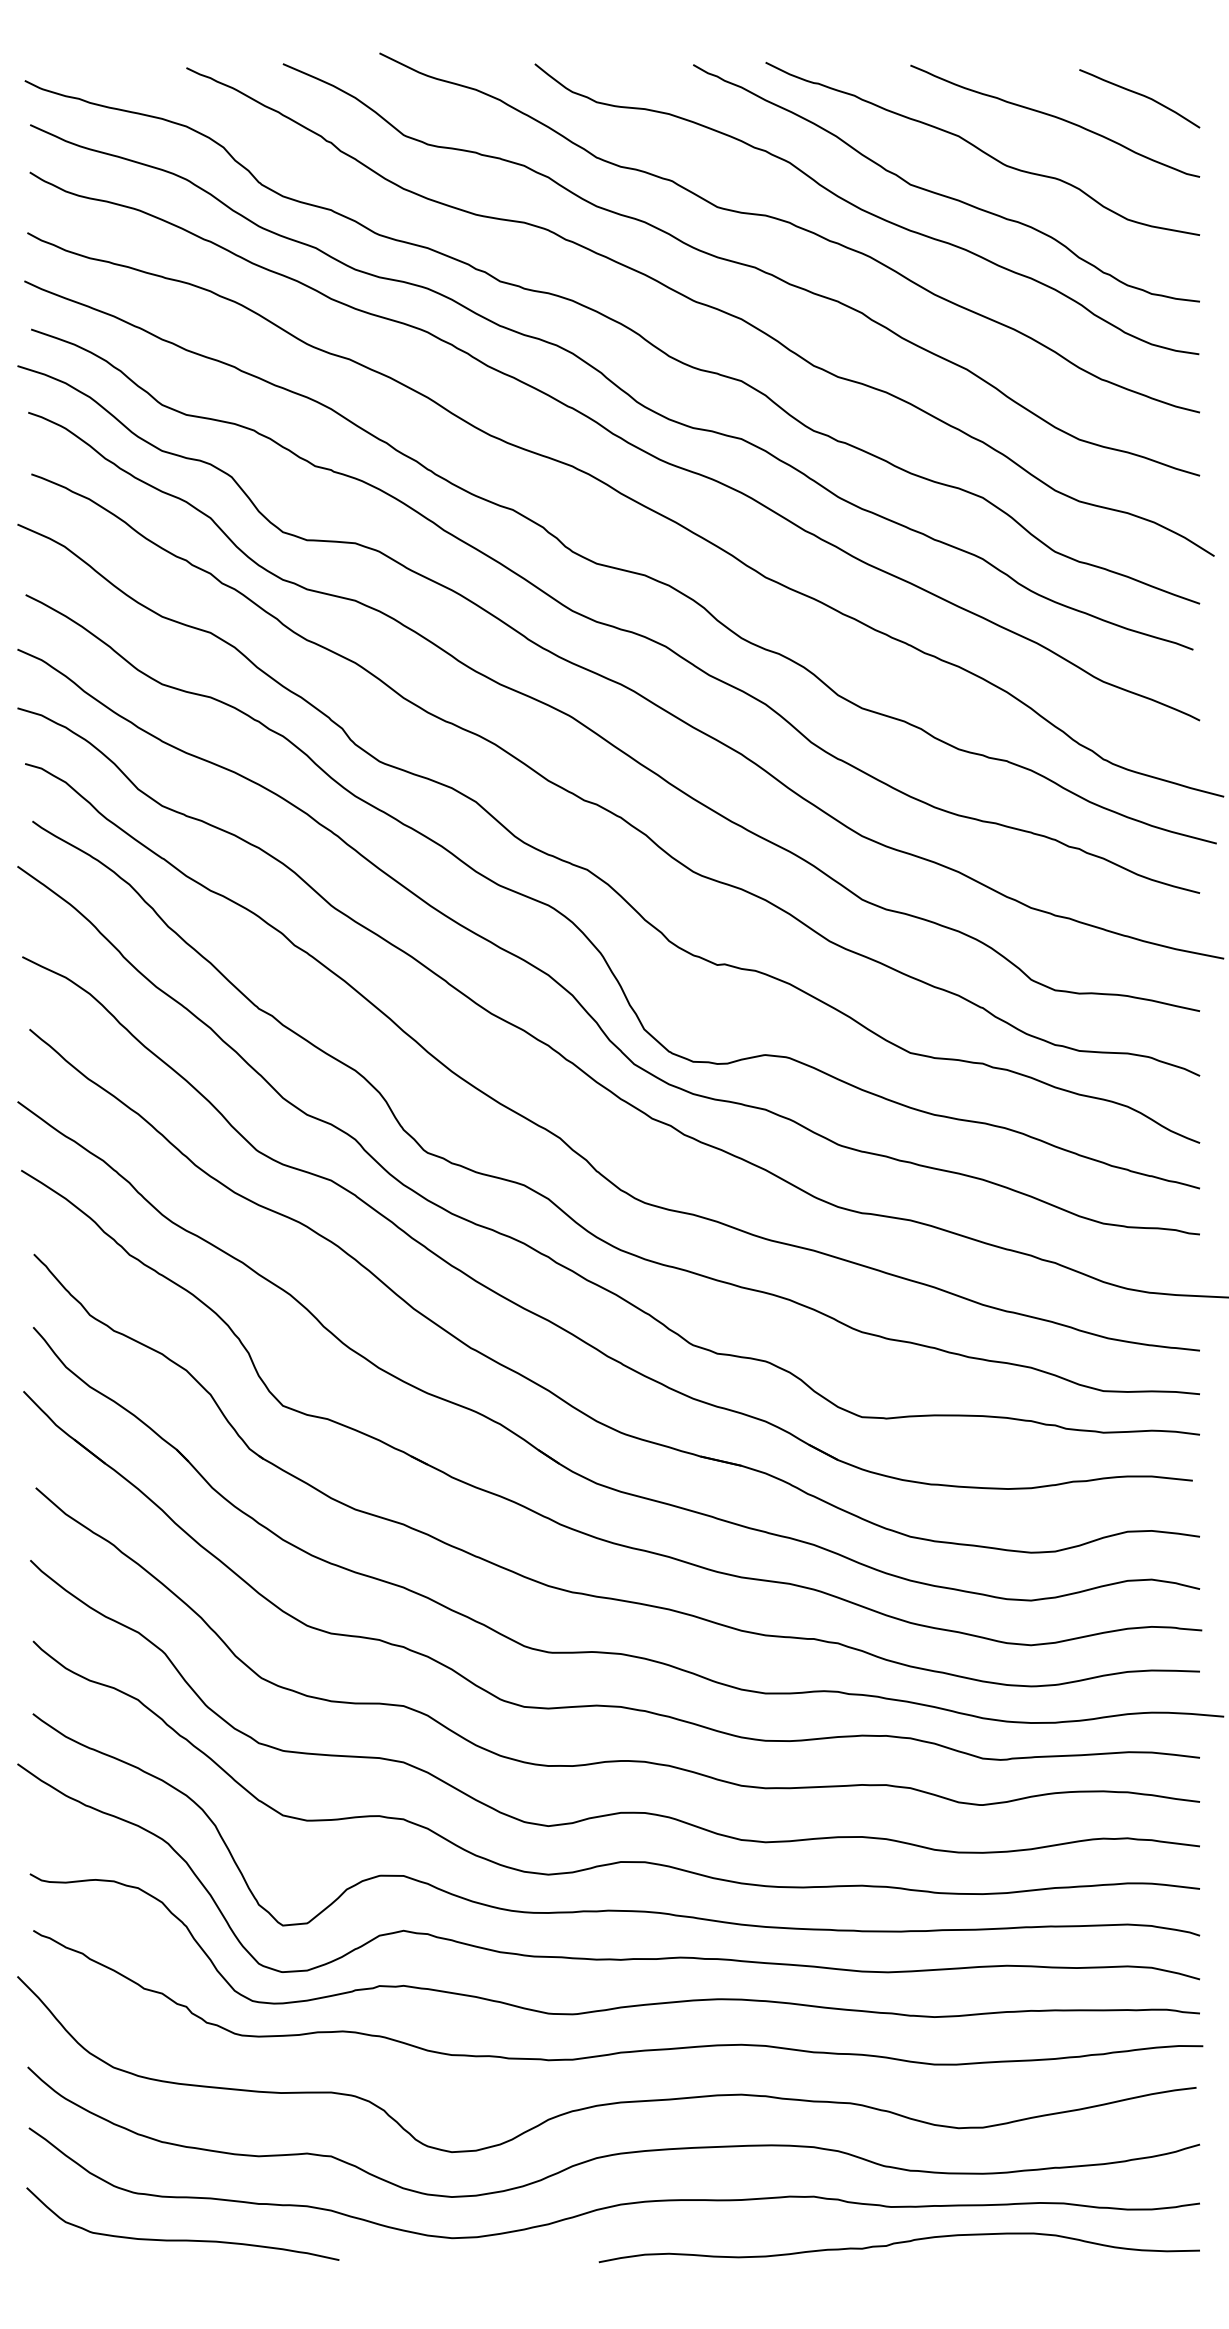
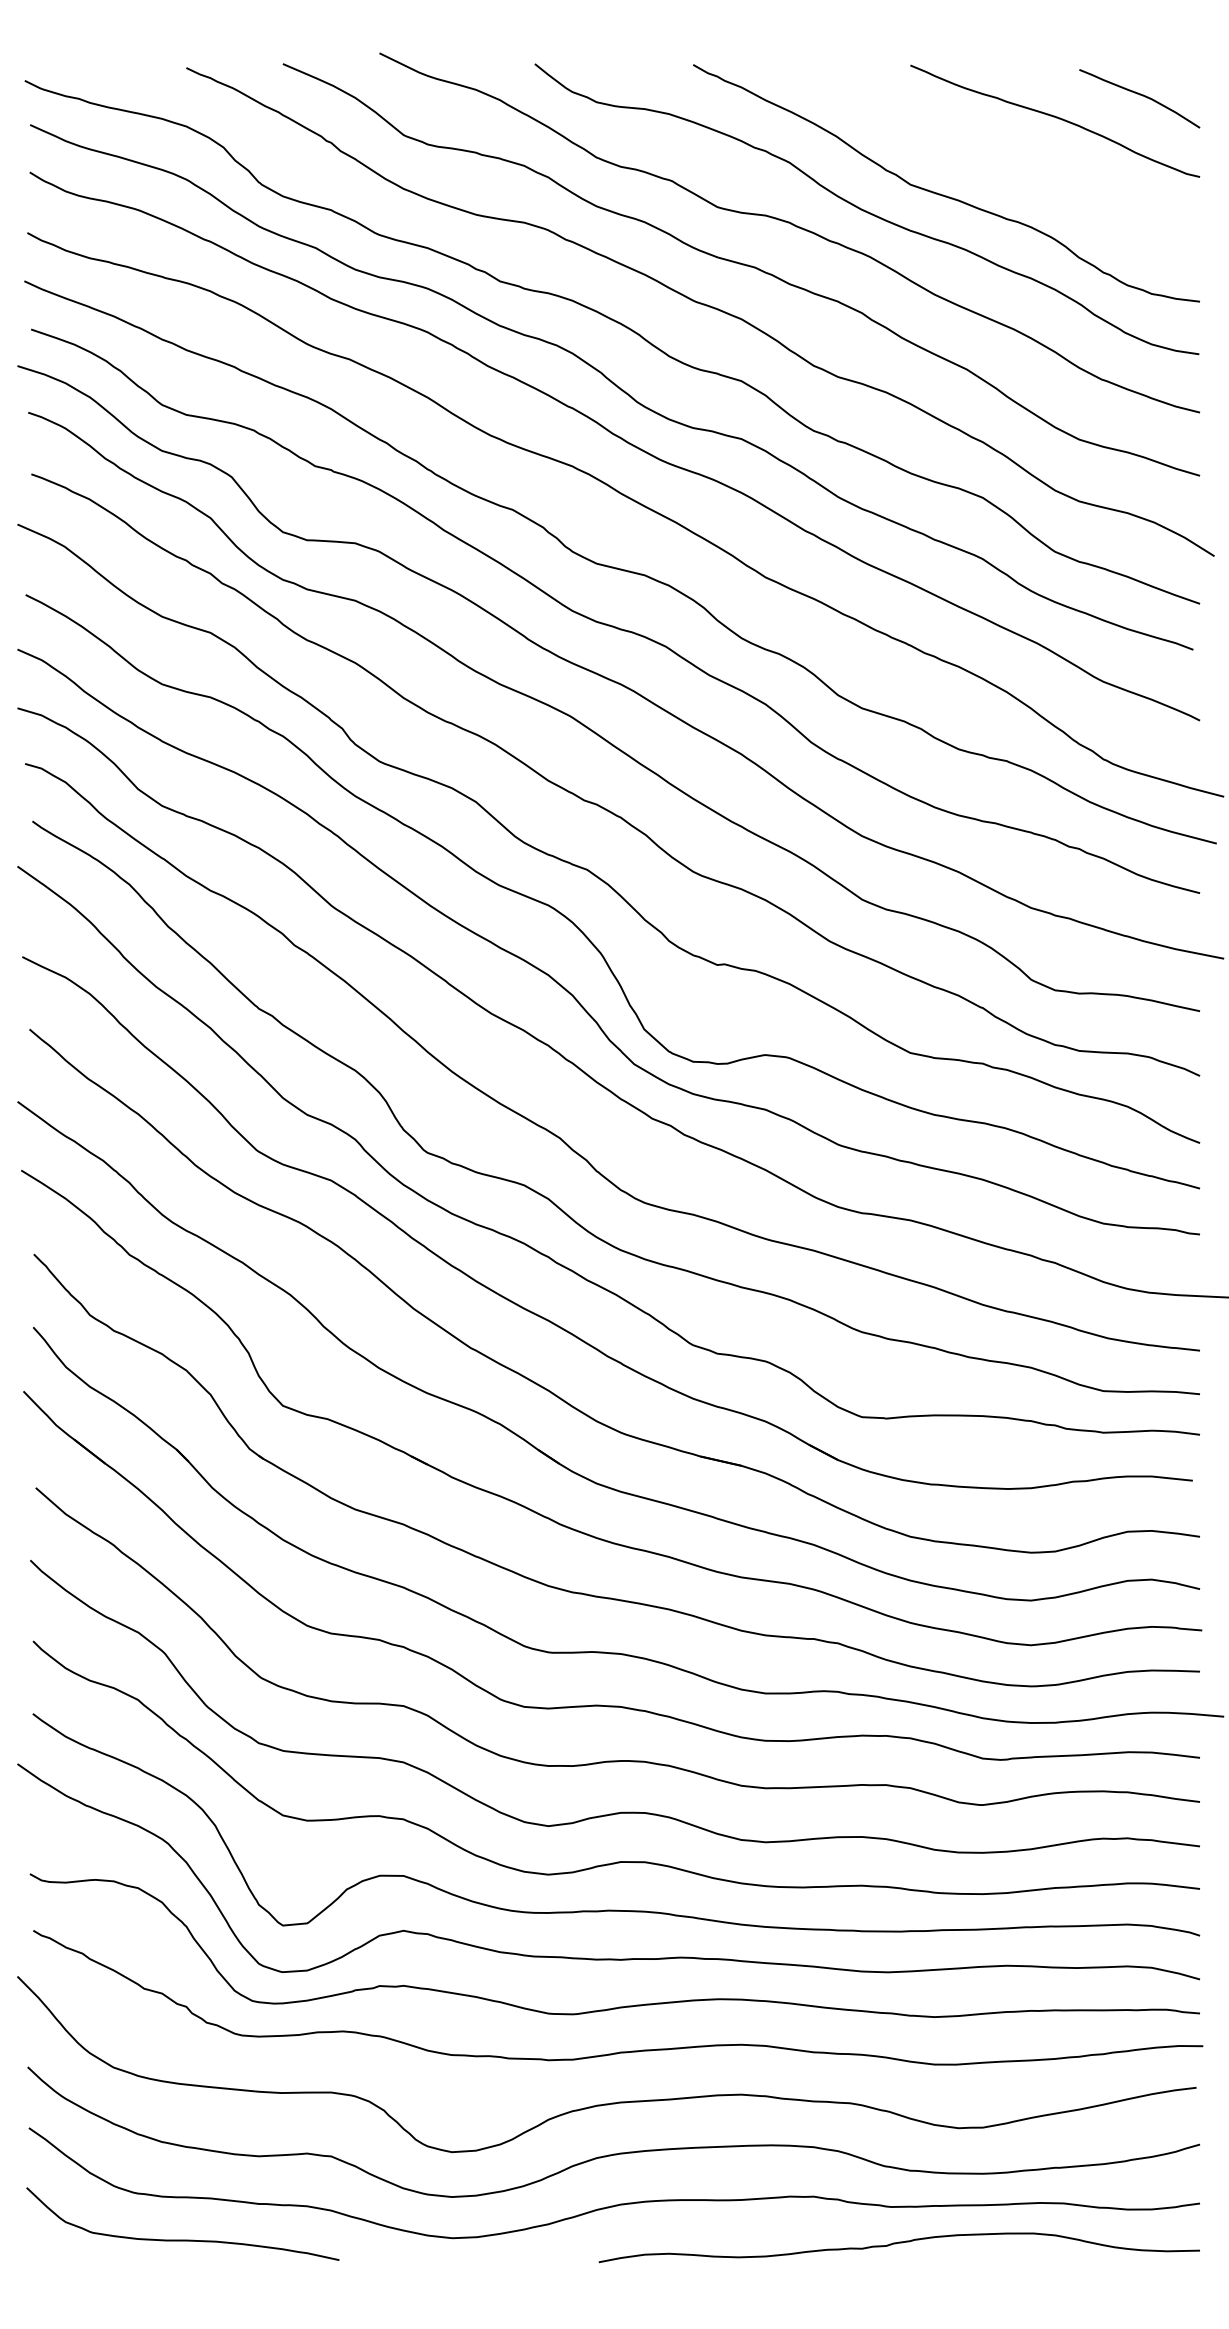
curve at (981, 149): present -> none
